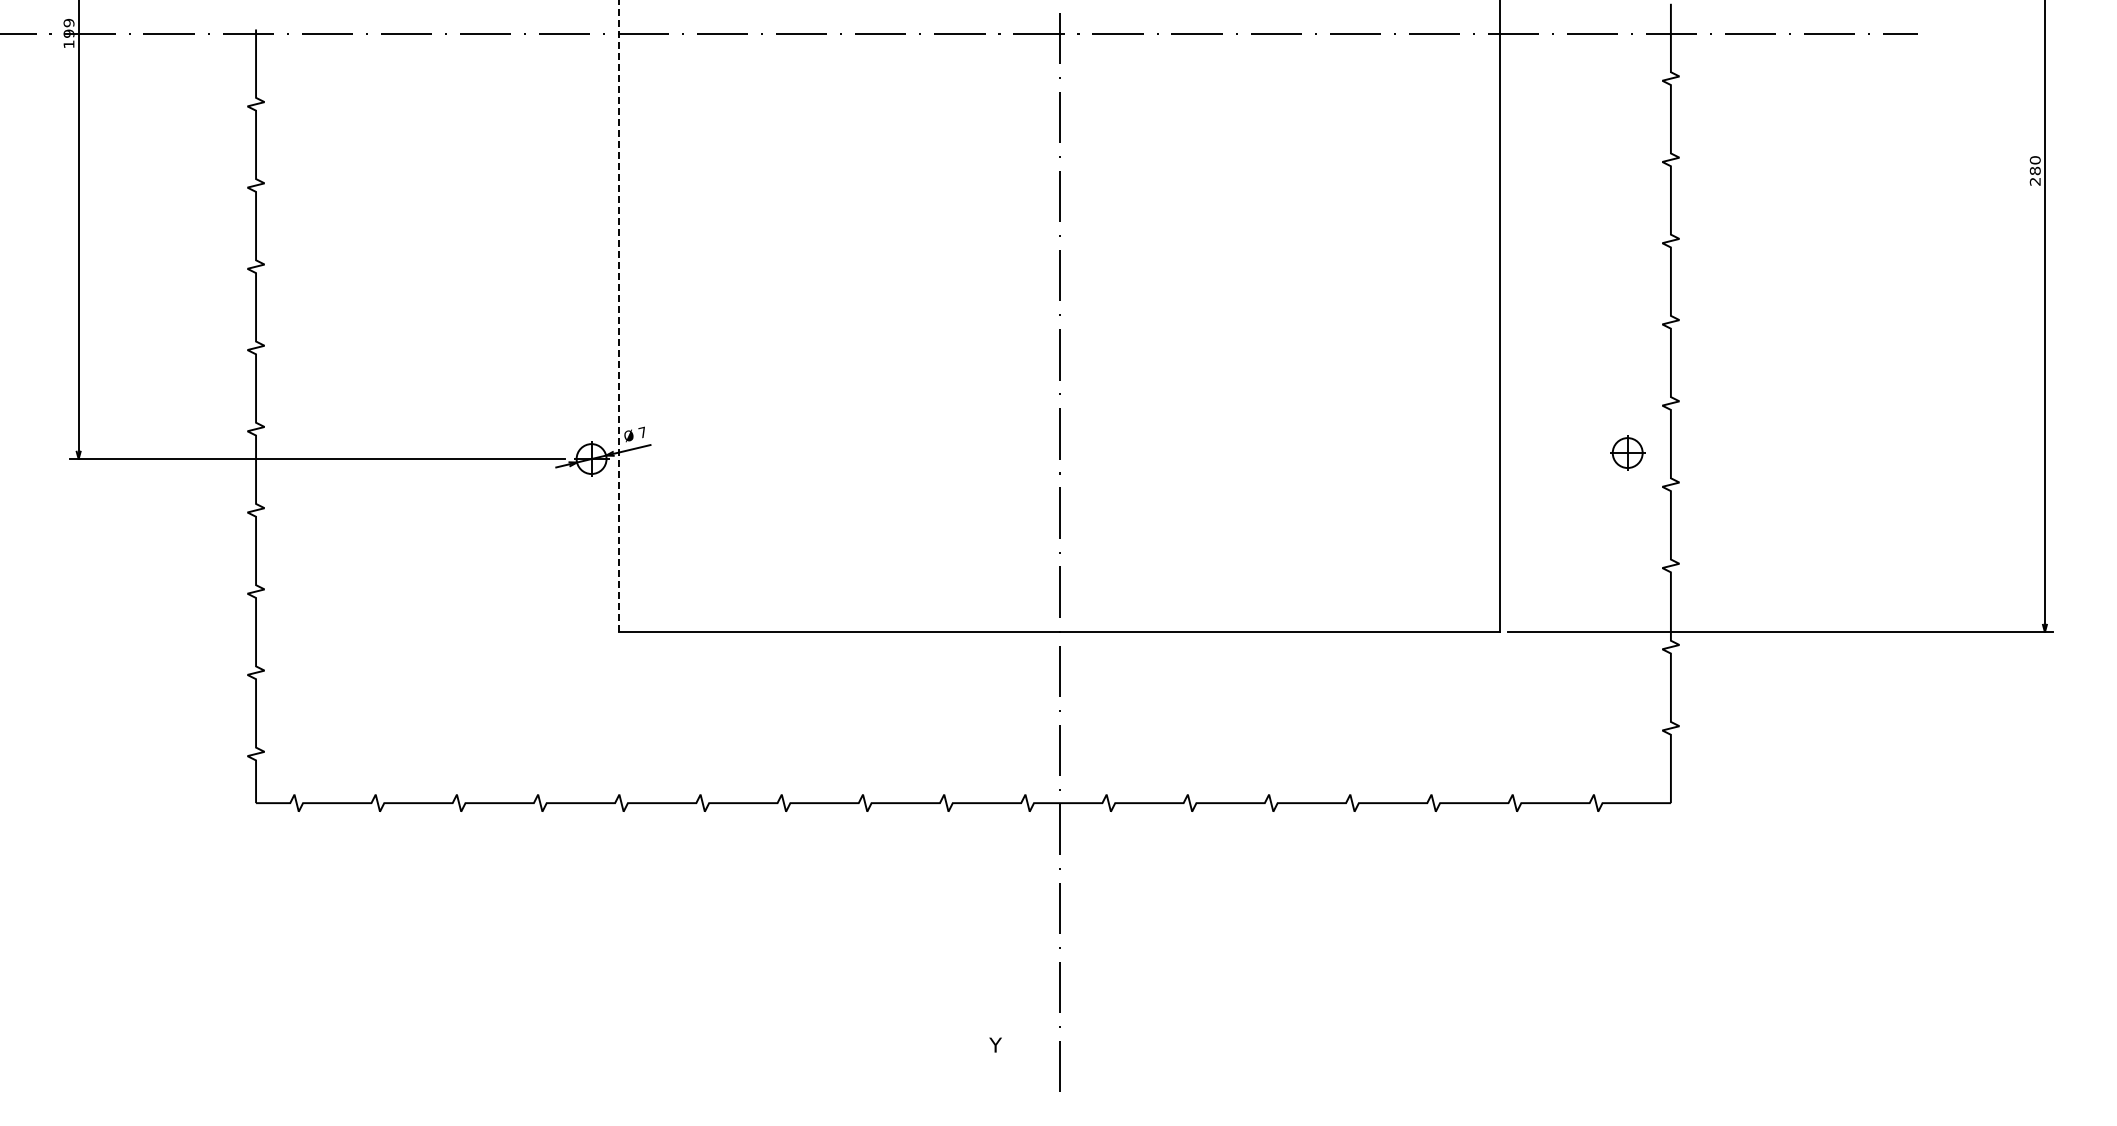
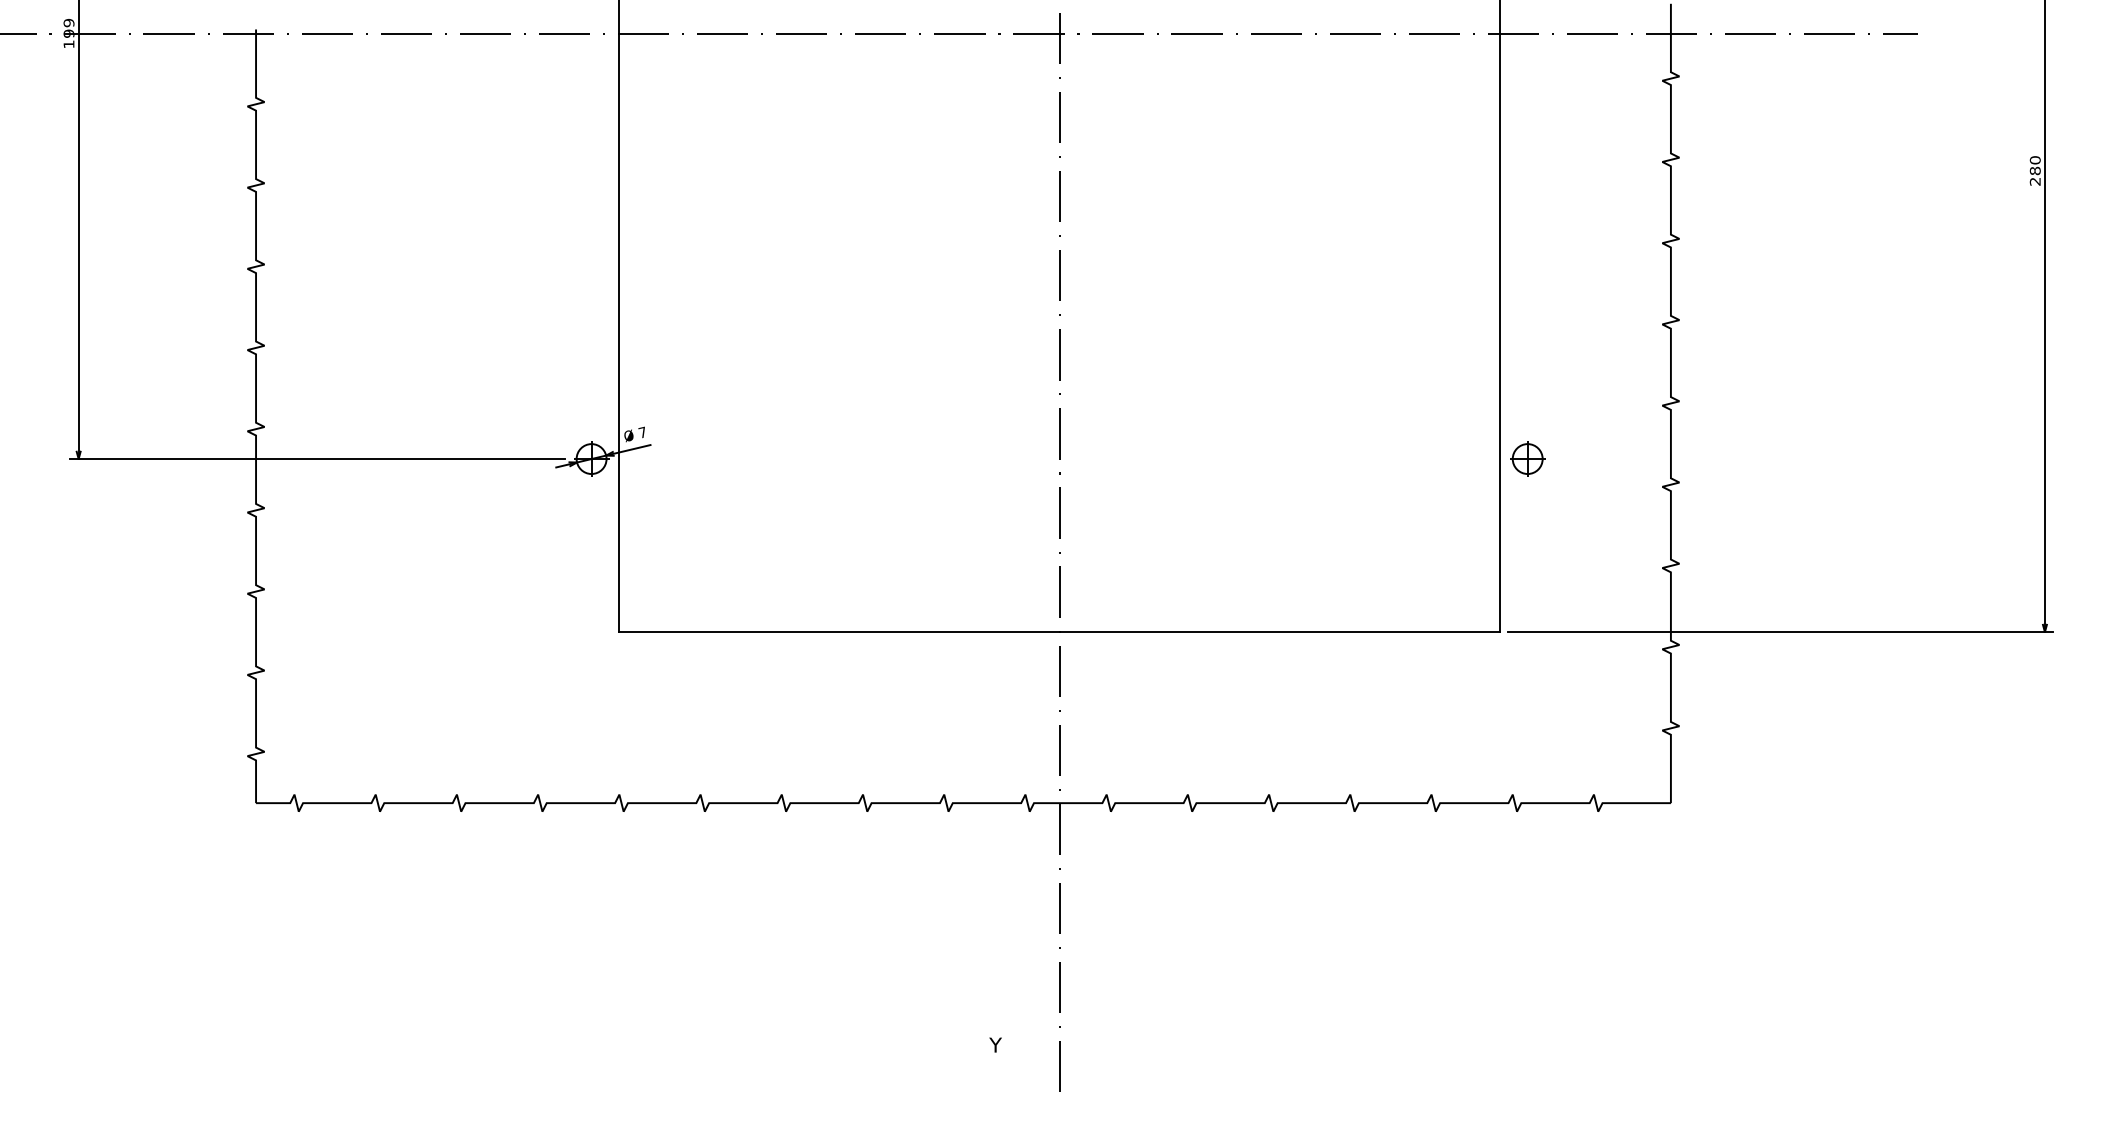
line at (619, 316): dashed -> solid
part at (1627, 452) position: (1627, 452) -> (1527, 458)
